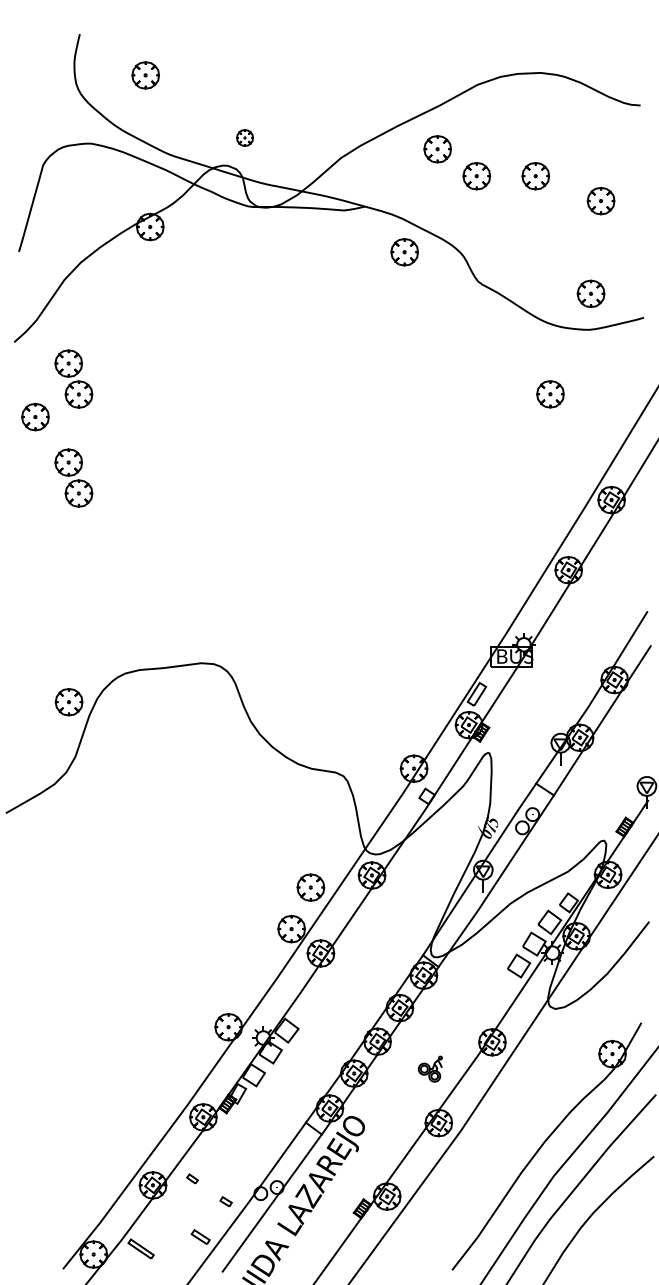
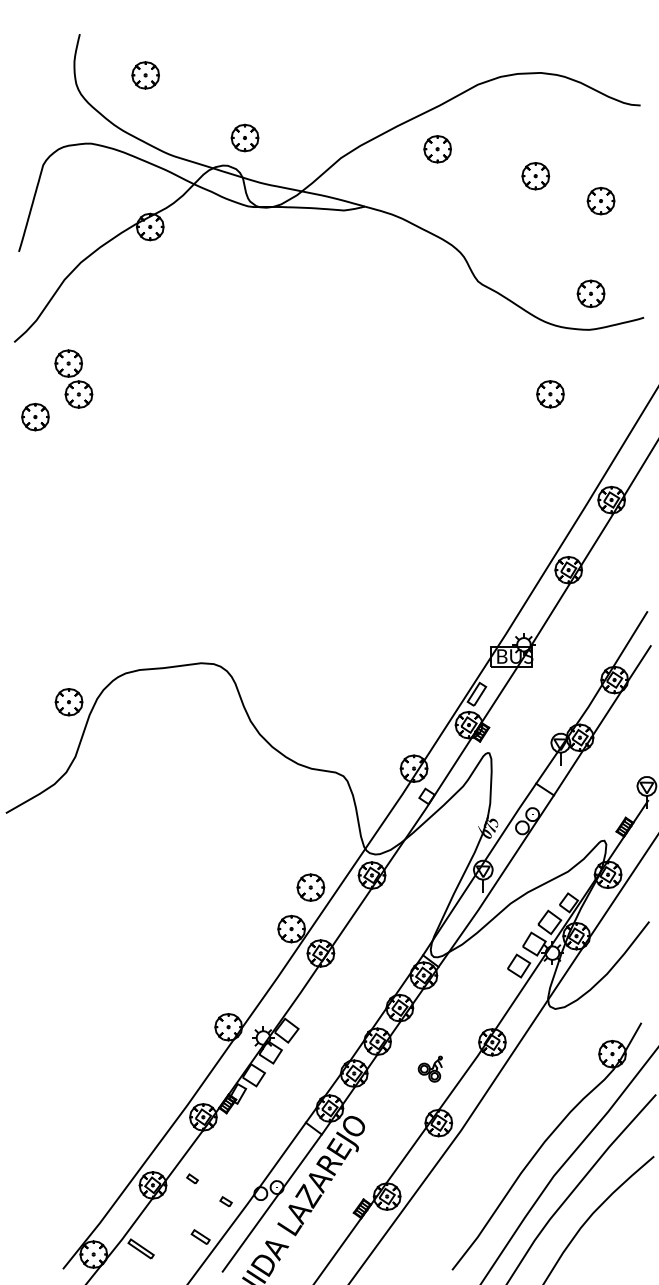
part at (244, 137) size: 18x18 px -> 30x30 px
part at (476, 176): present -> none
part at (404, 252): present -> none
part at (73, 477): present -> none
